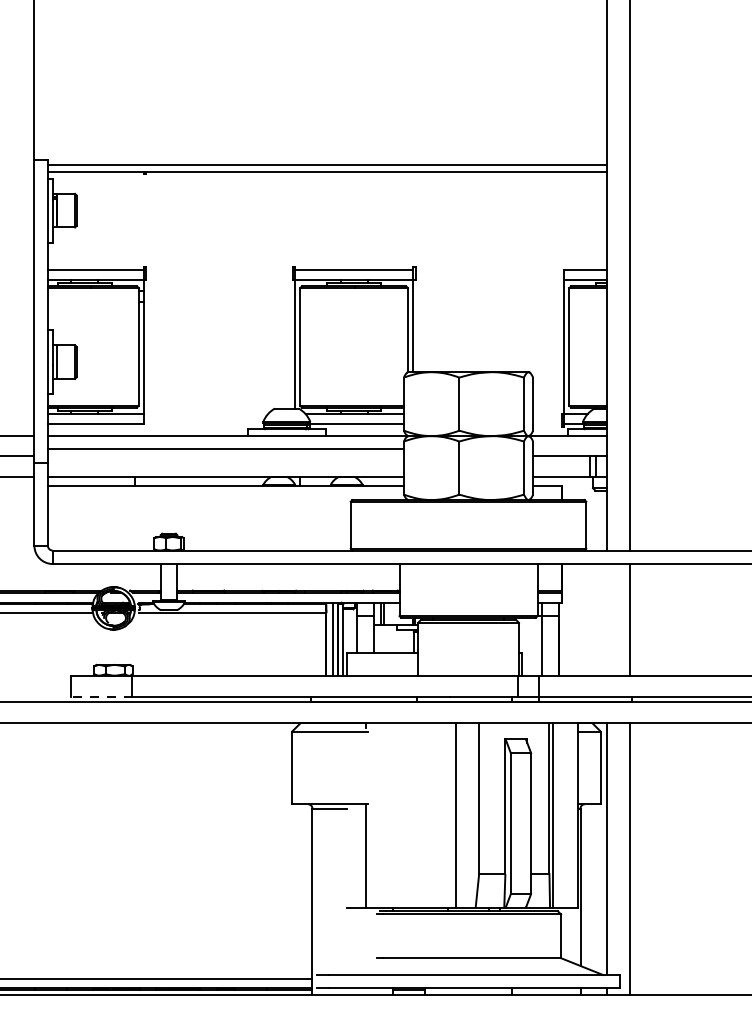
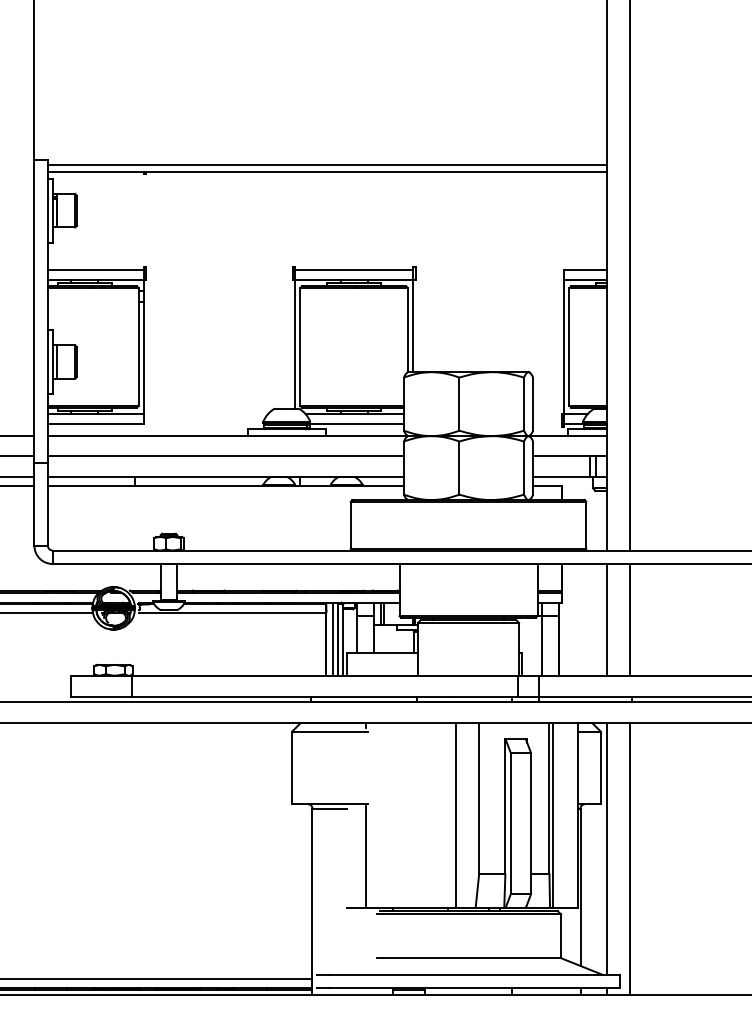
line at (225, 449) position: (225, 449) -> (225, 456)
line at (18, 486): none -> present
line at (606, 619): none -> present
line at (101, 697): dashed -> solid
